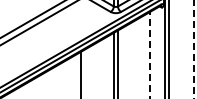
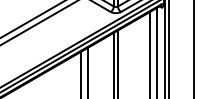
line at (193, 49): dashed -> solid
line at (156, 51): none -> present
line at (150, 54): dashed -> solid
line at (87, 71): none -> present
